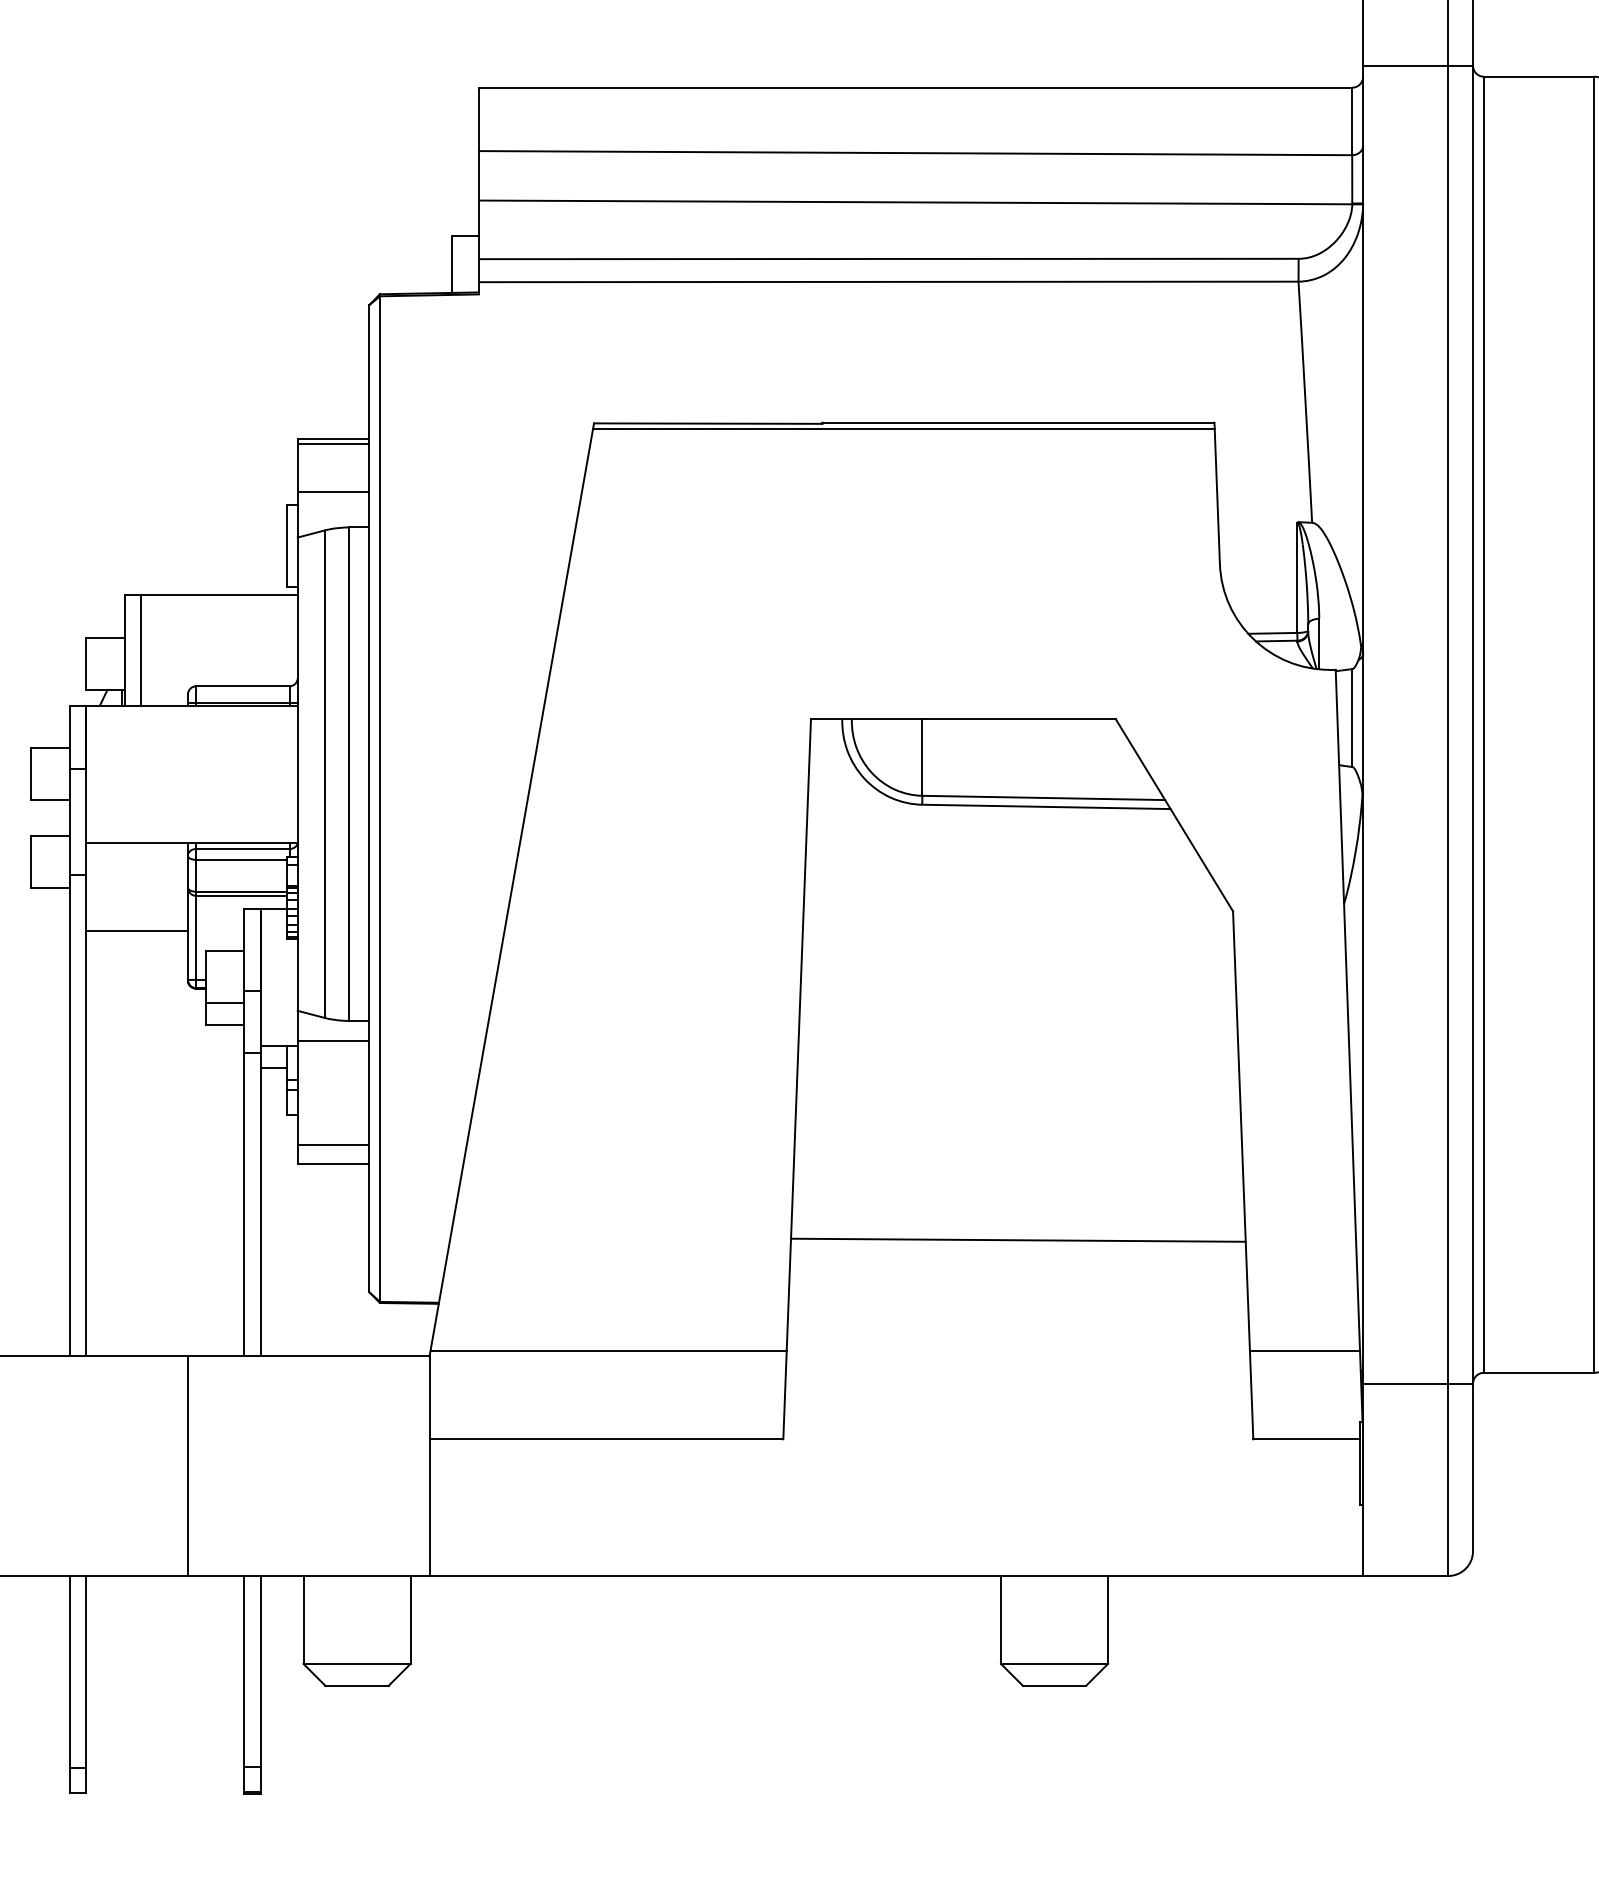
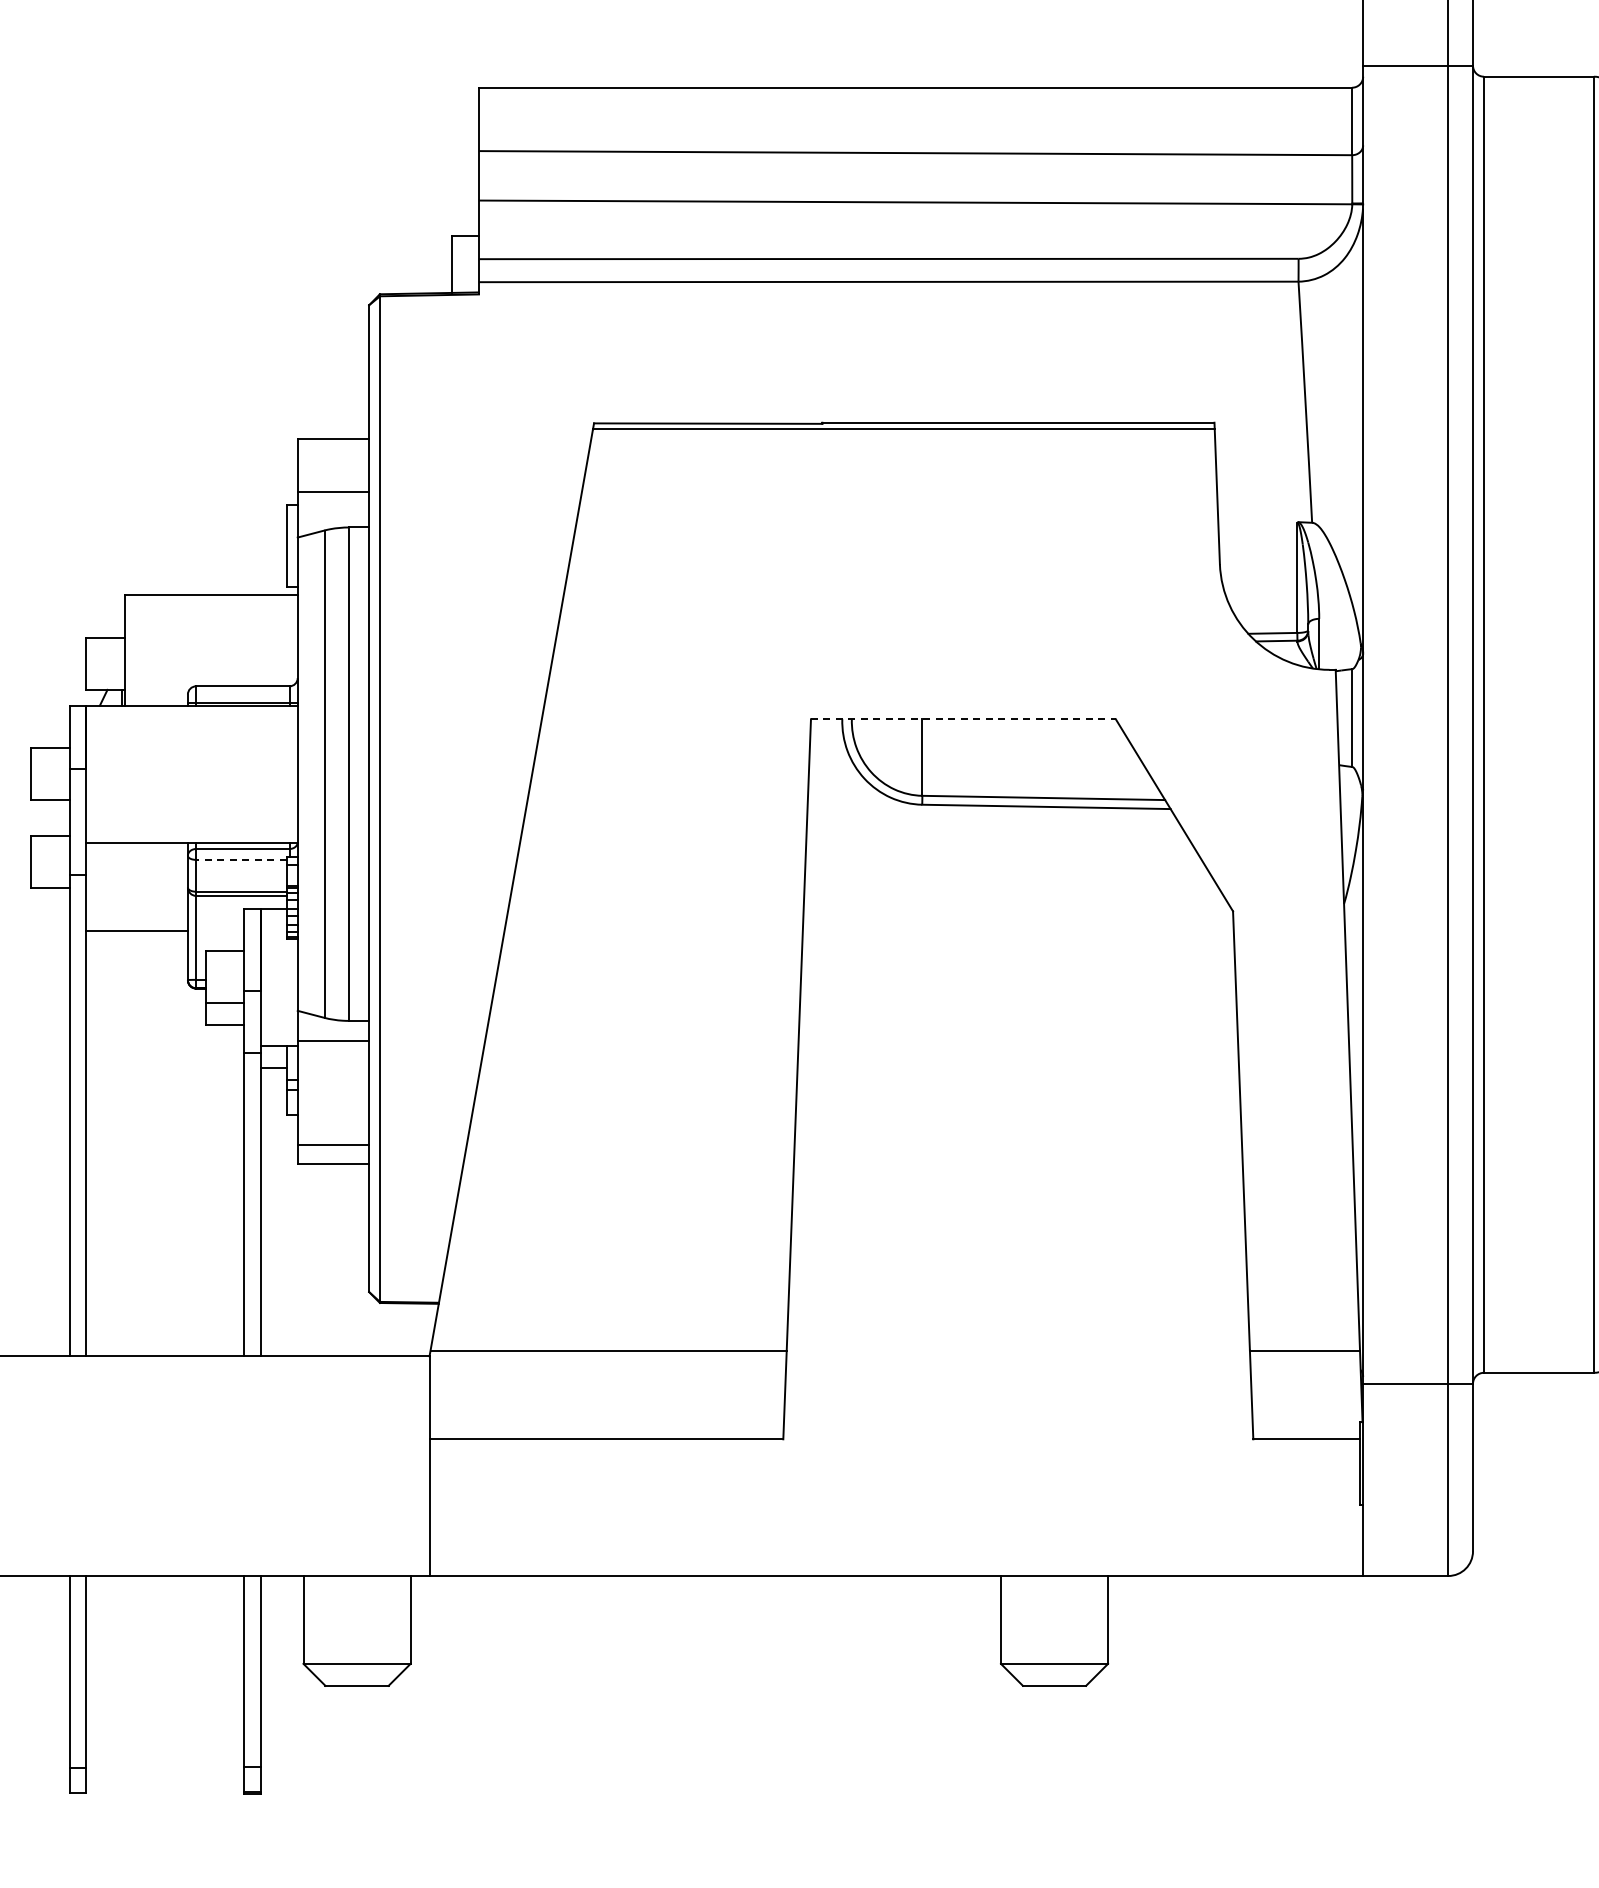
line at (333, 444): present -> none
line at (141, 650): present -> none
line at (963, 719): solid -> dashed
line at (240, 859): solid -> dashed
line at (1018, 1239): present -> none
line at (187, 1466): present -> none
